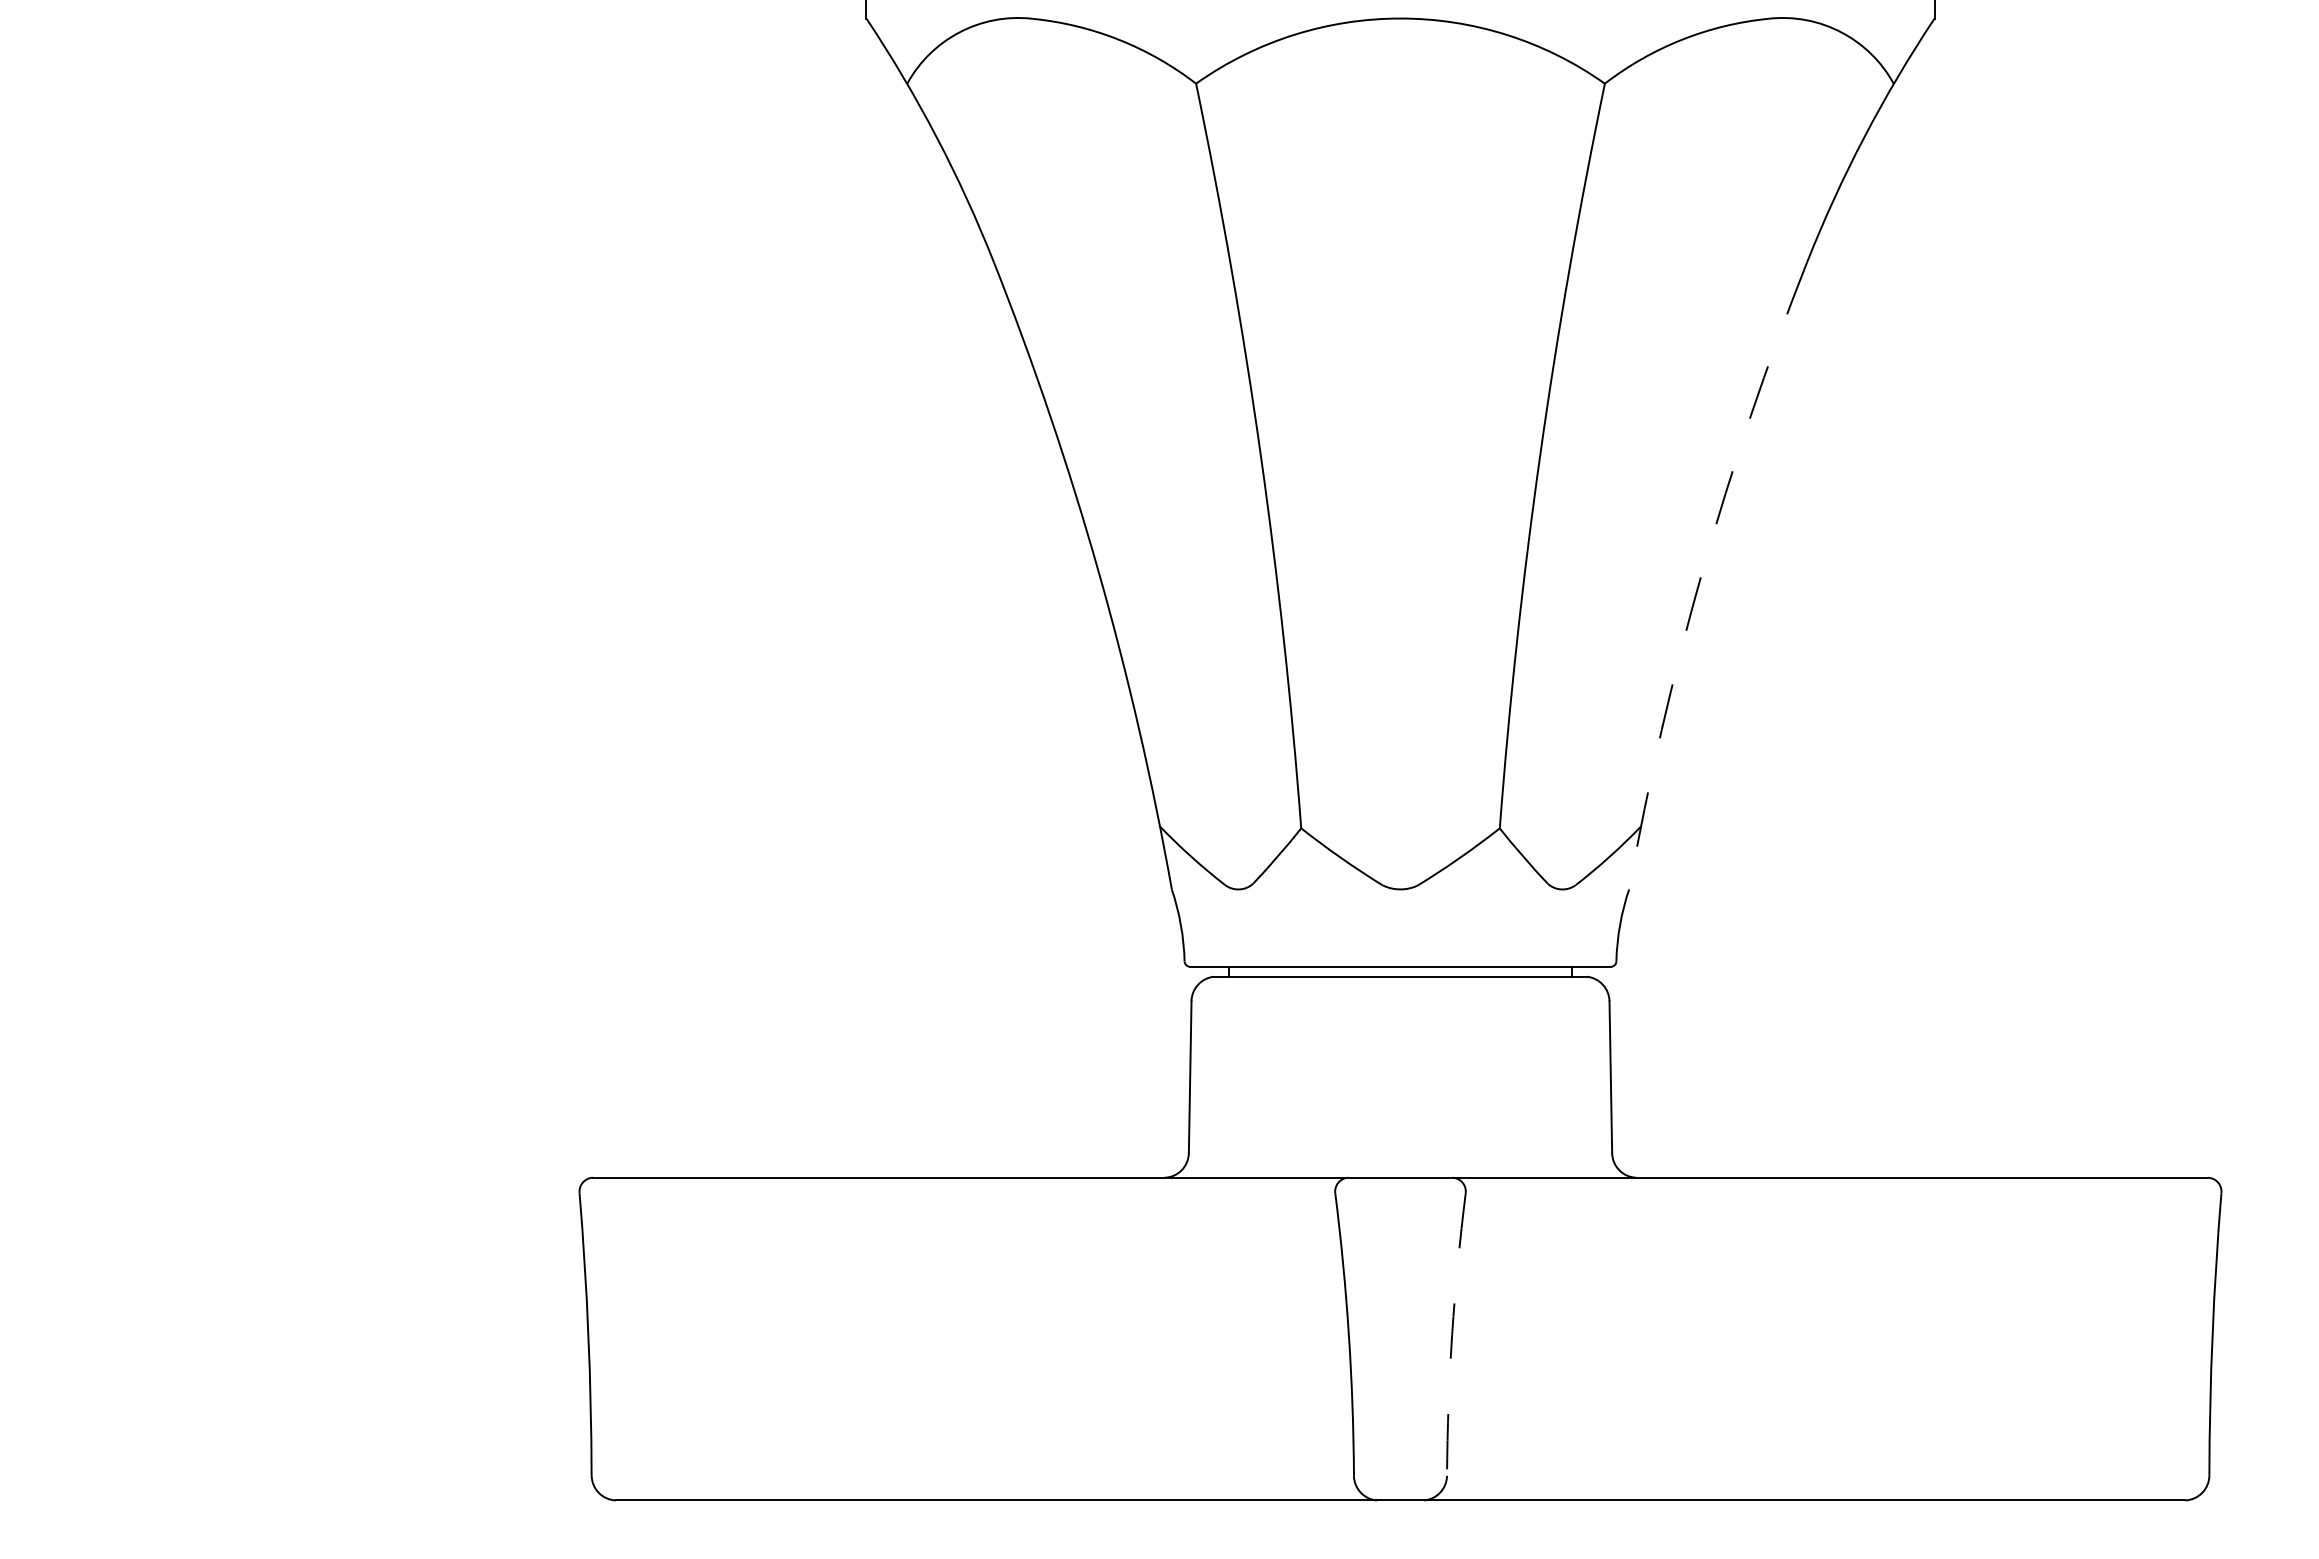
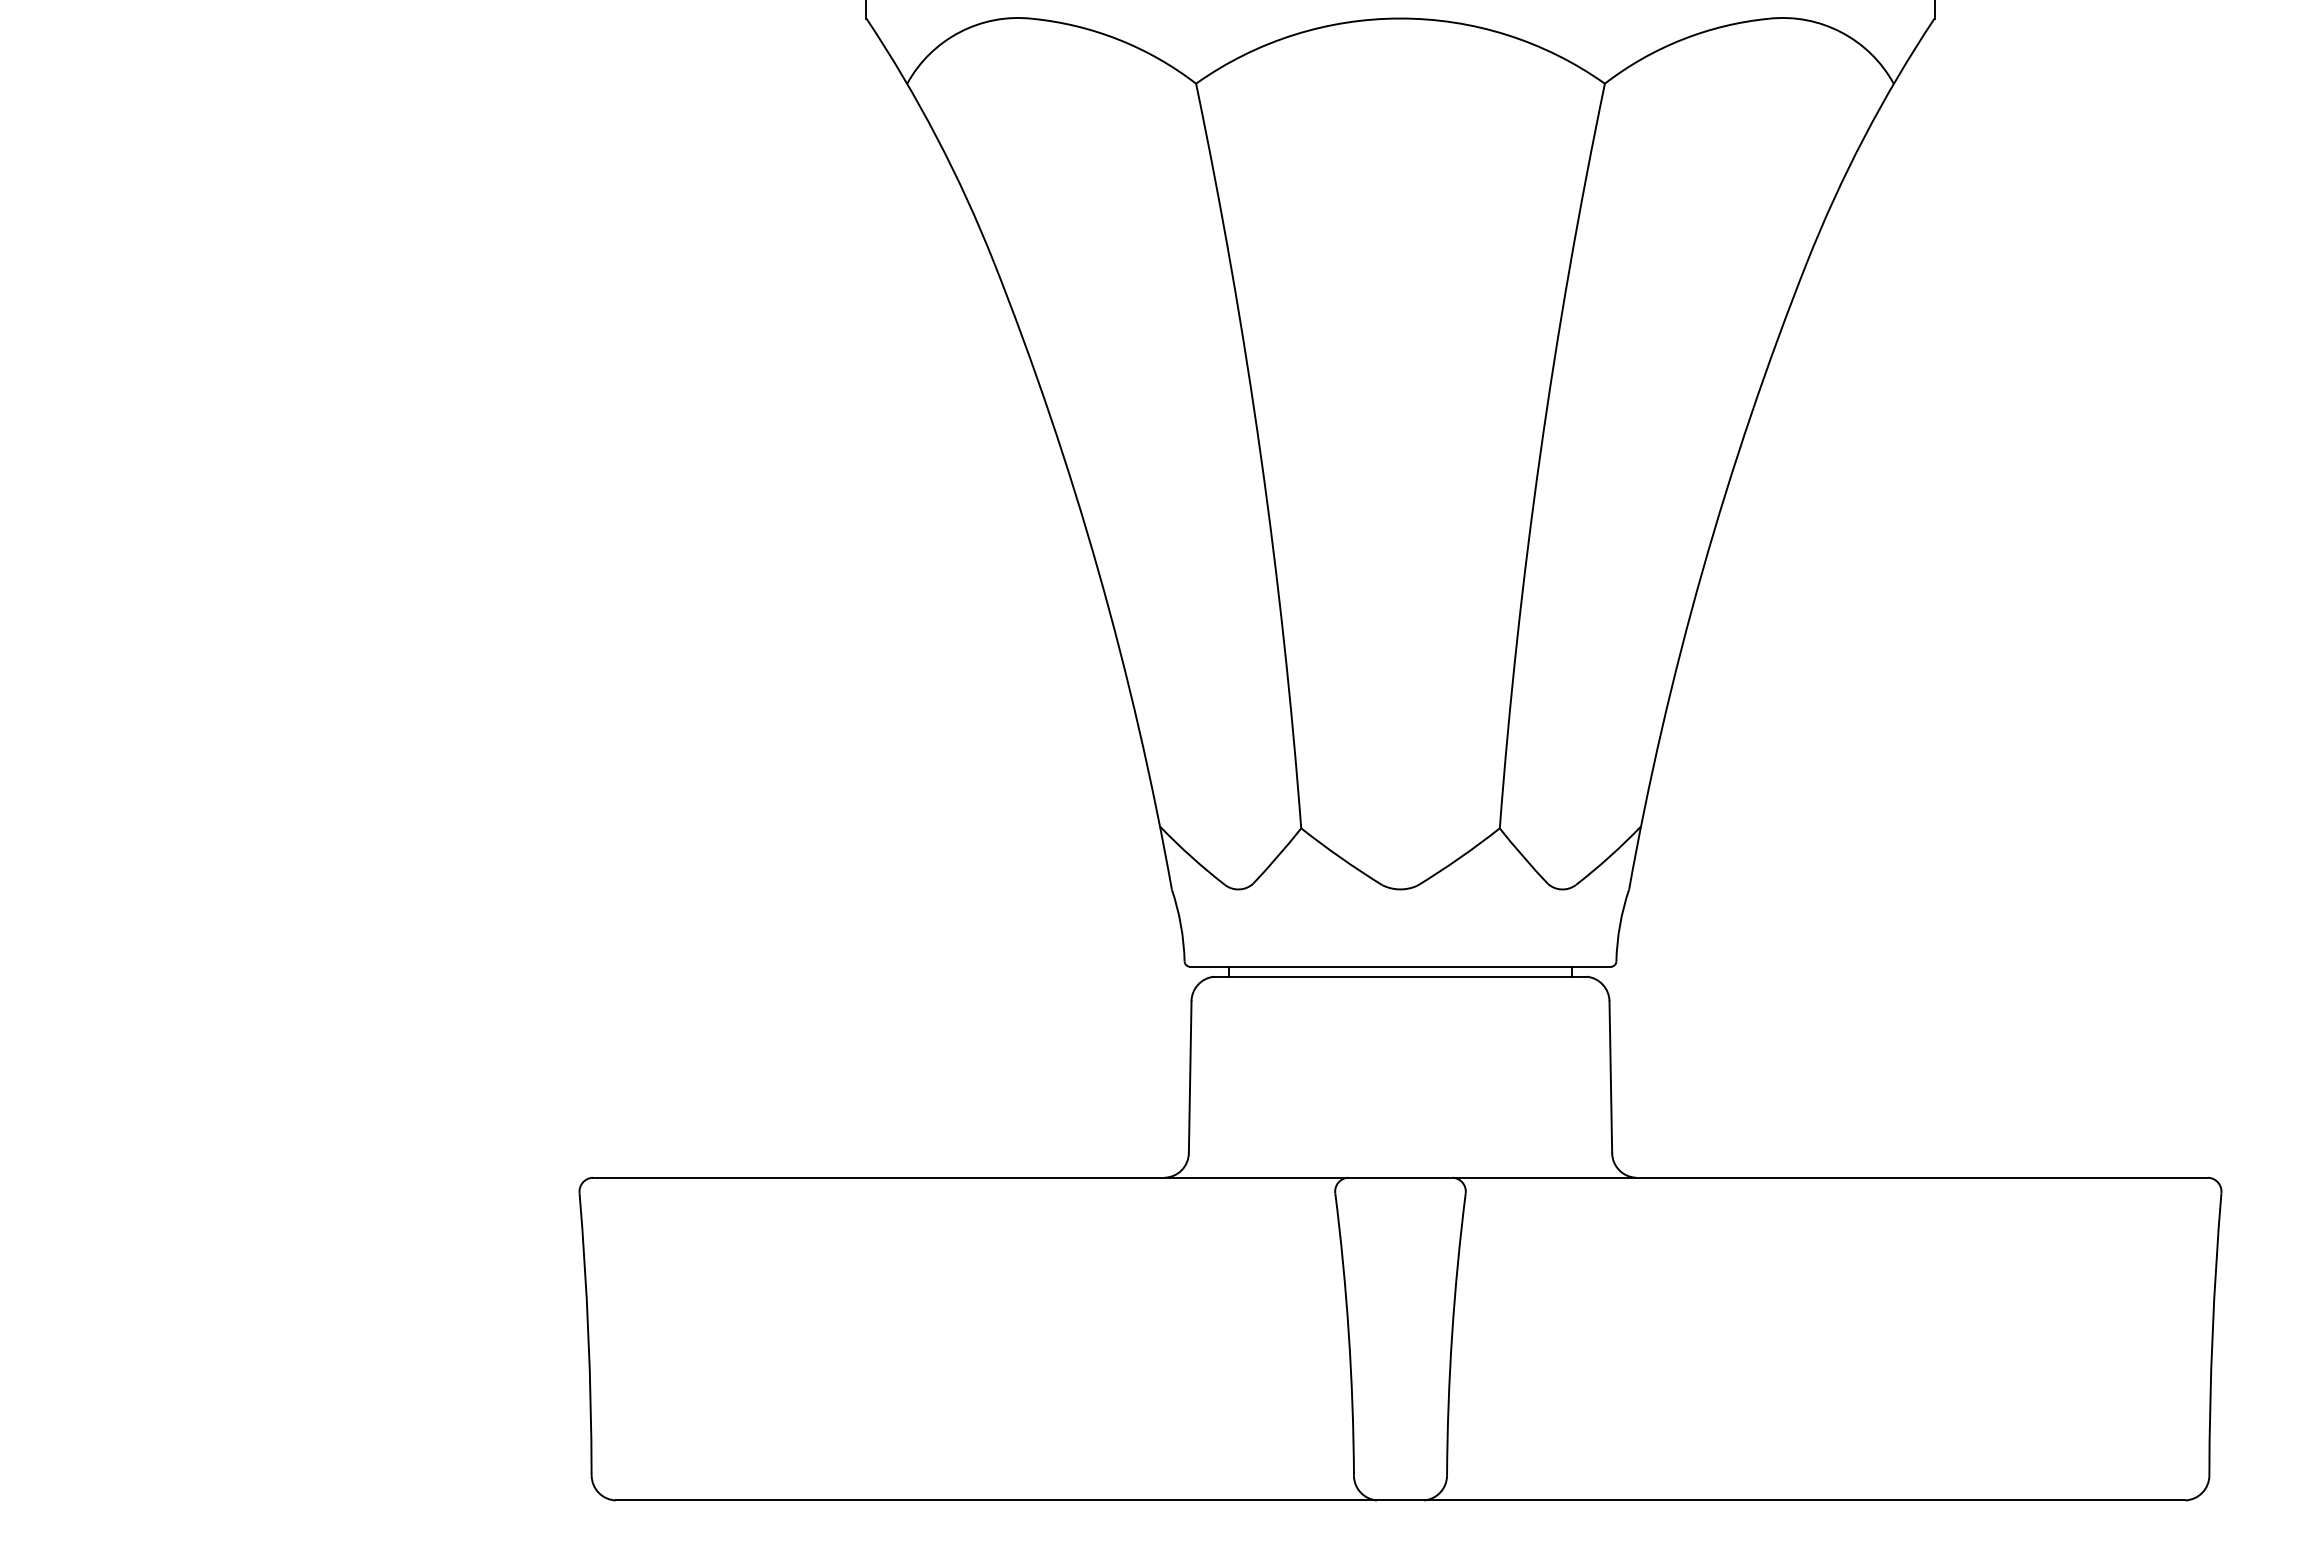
arc at (1702, 571): dashed -> solid
arc at (1452, 1334): dashed -> solid
